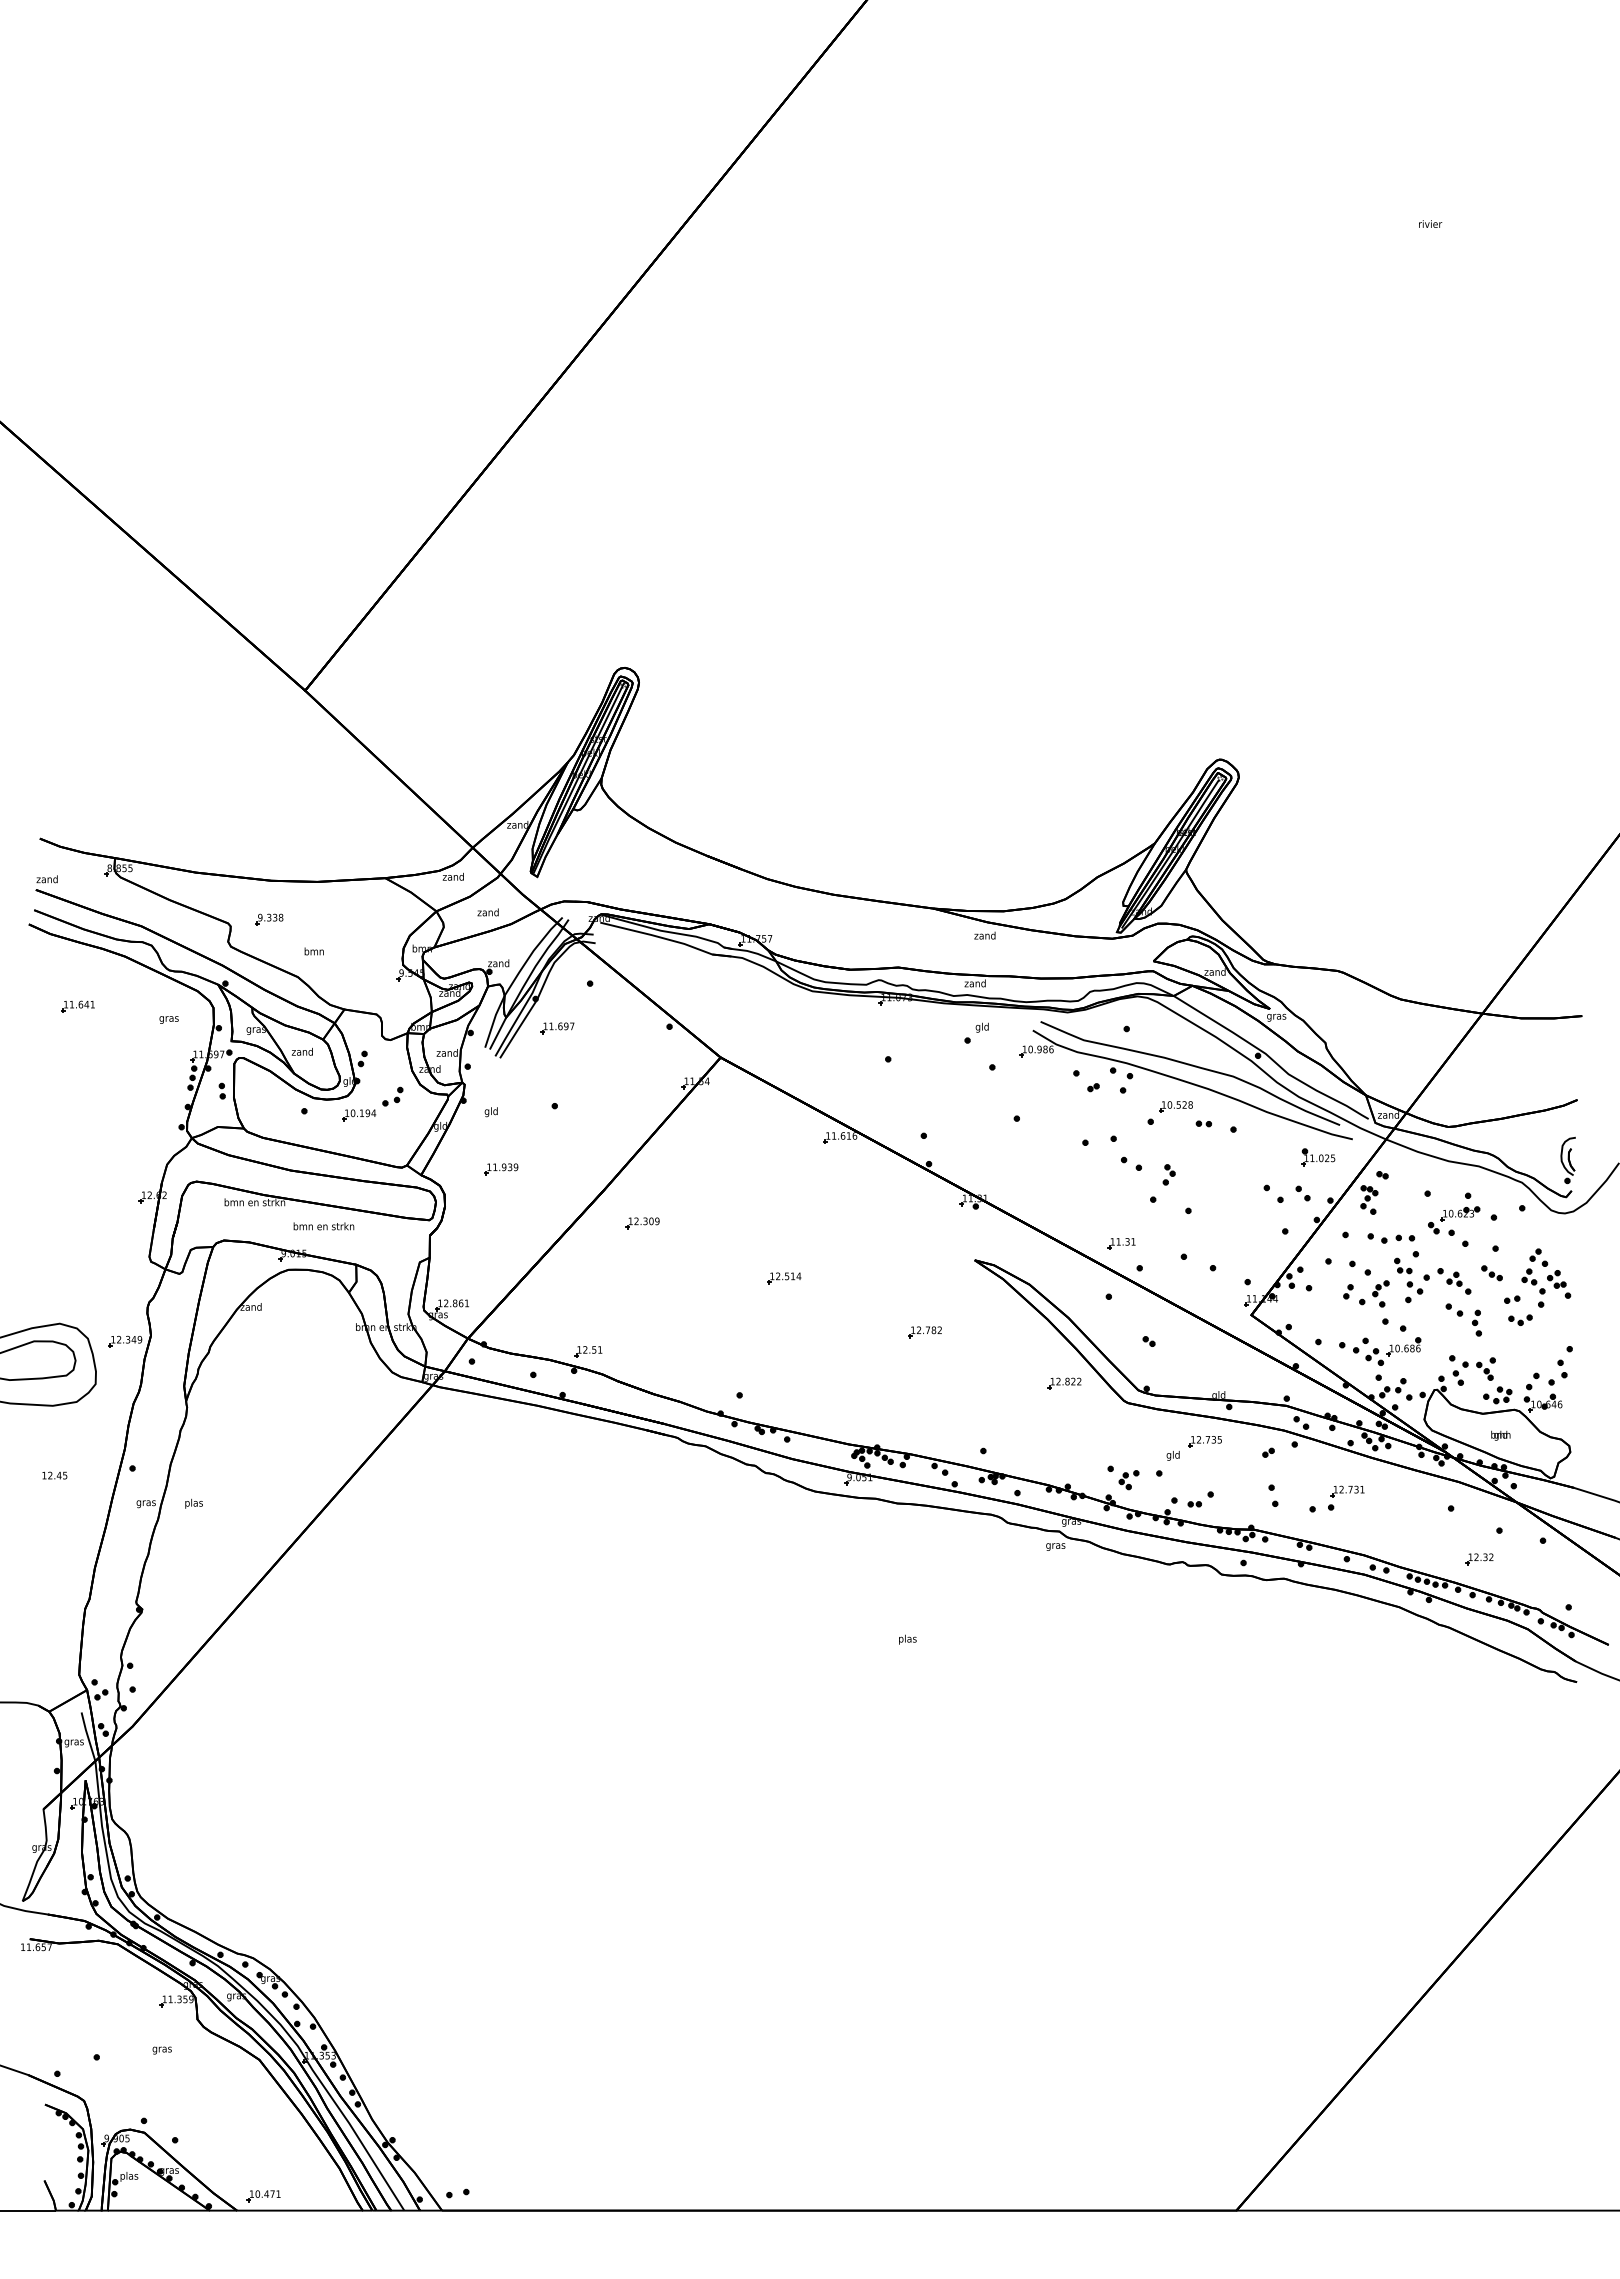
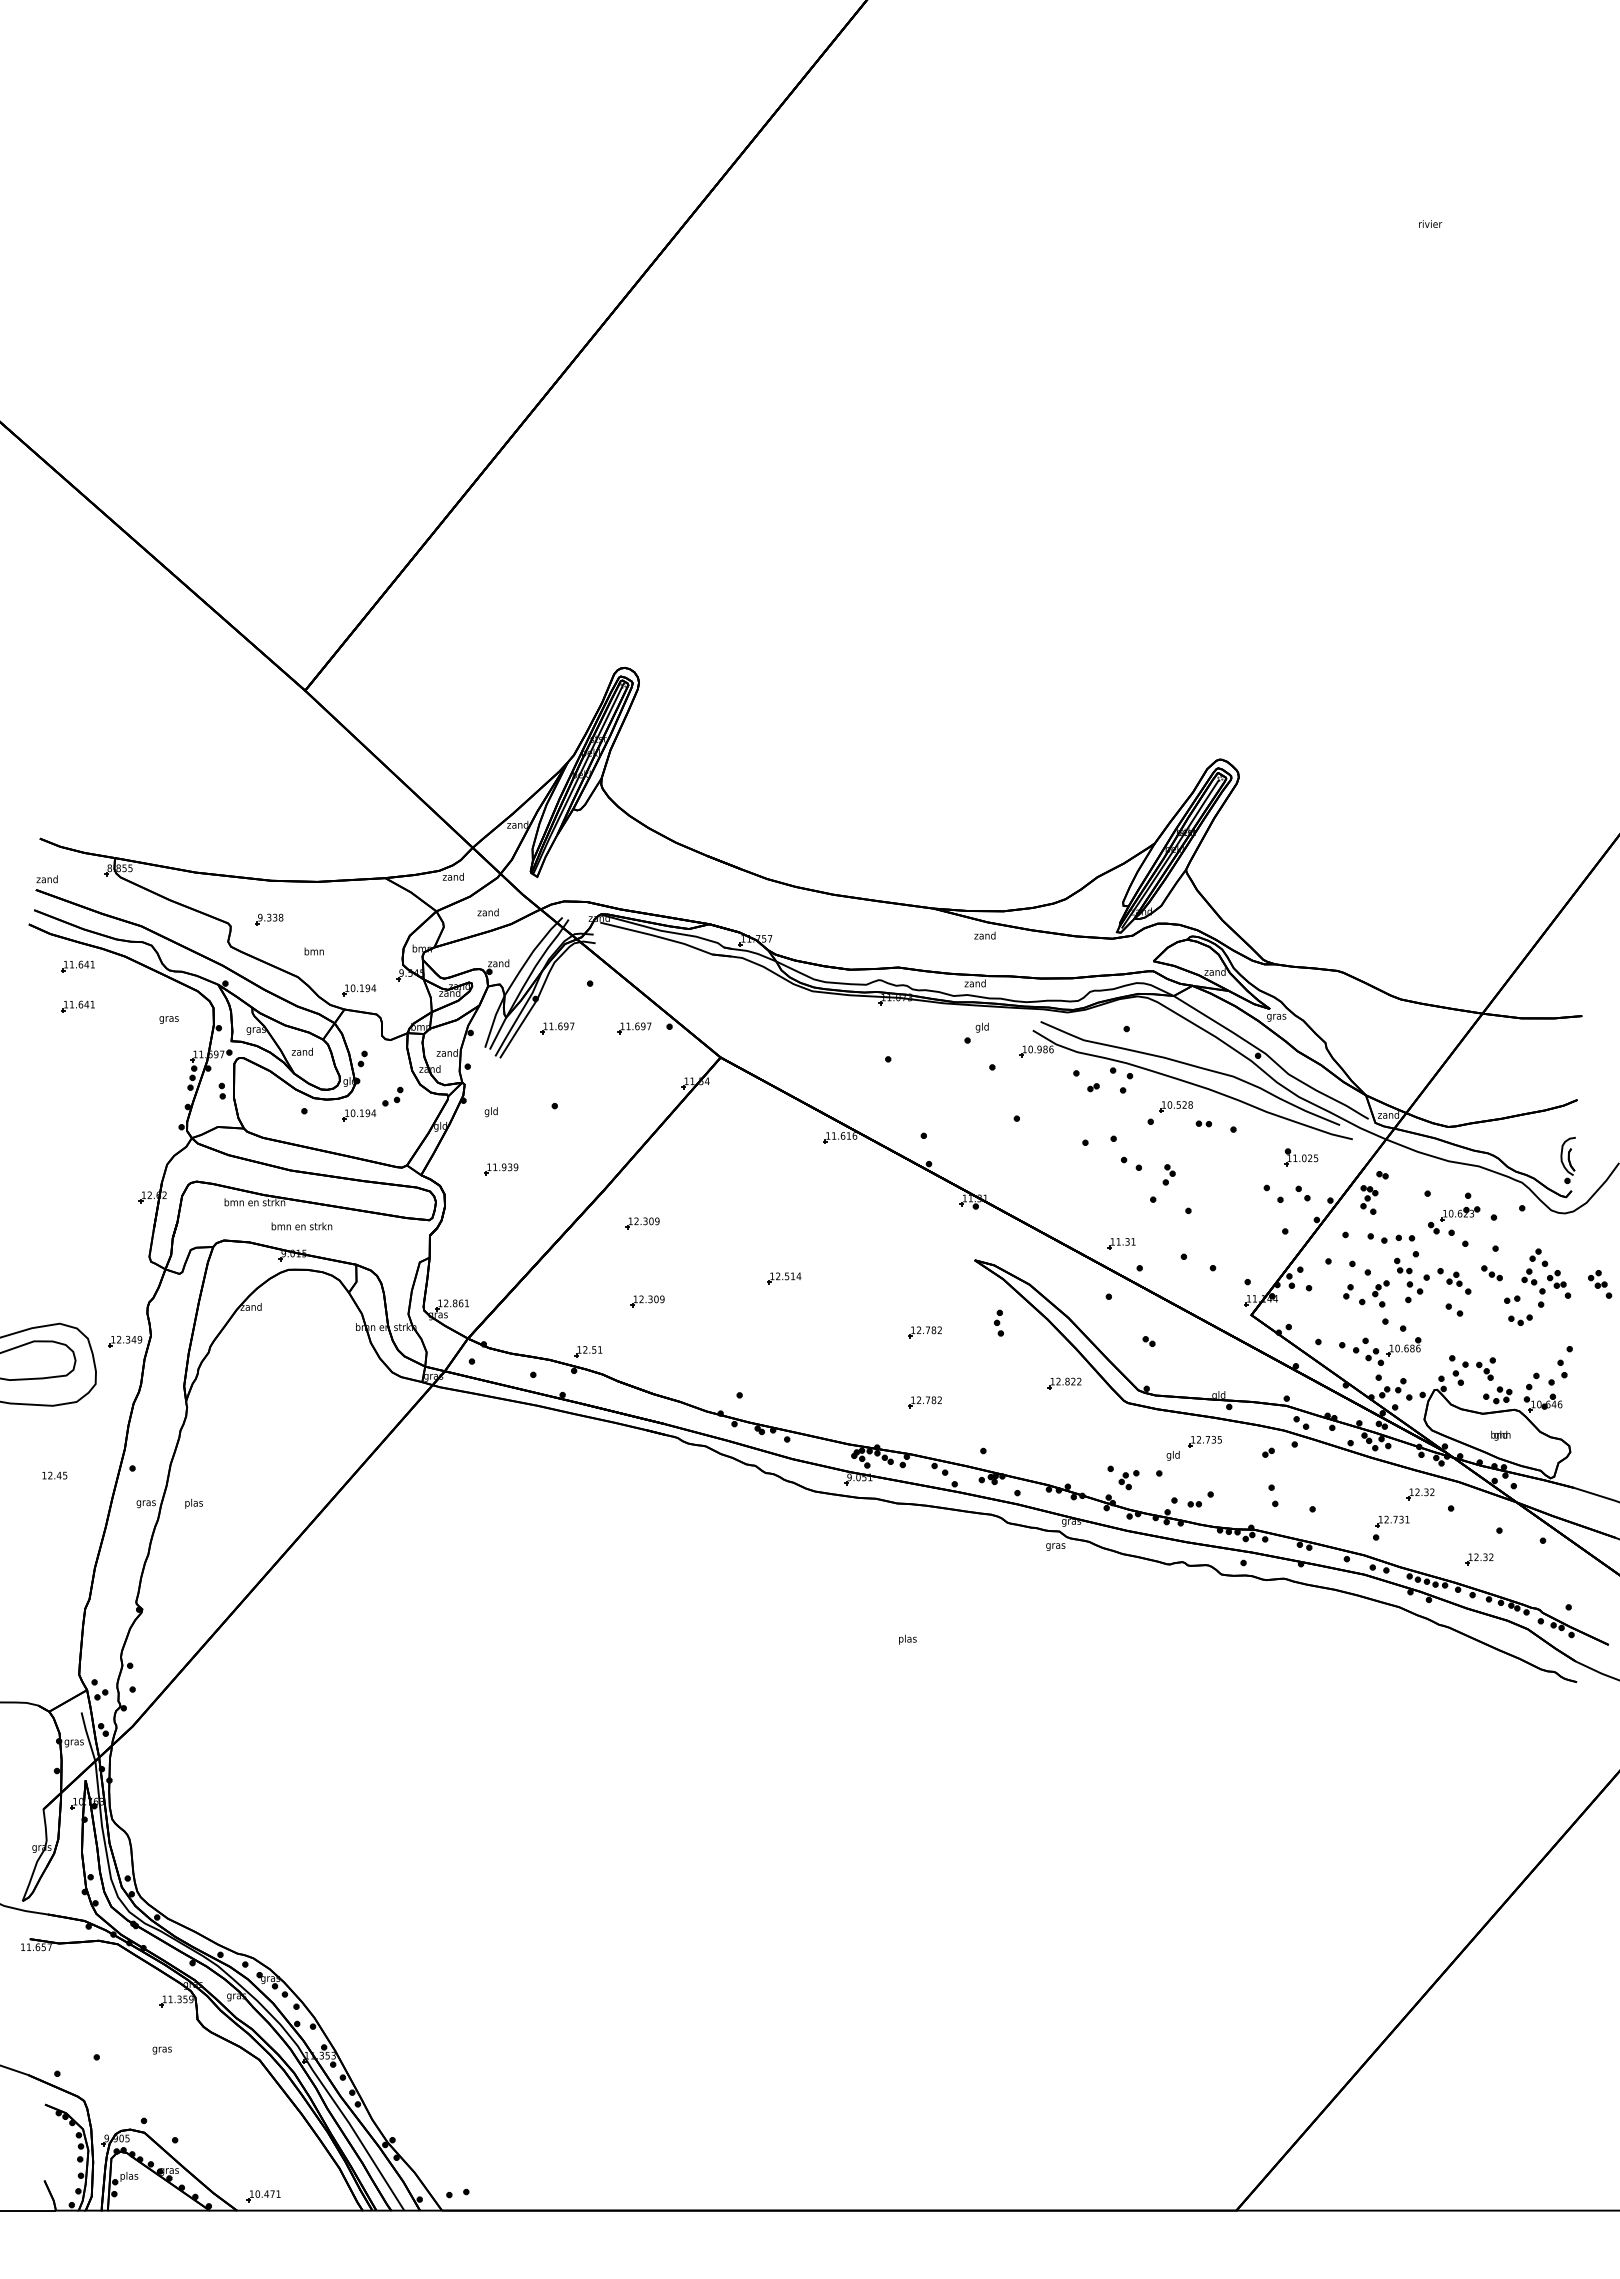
part at (77, 966): none -> present
part at (359, 990): none -> present
part at (634, 1028): none -> present
part at (1318, 1157) position: (1318, 1157) -> (1301, 1157)
text at (323, 1226) position: (323, 1226) -> (301, 1226)
part at (1600, 1284): none -> present
part at (647, 1301): none -> present
part at (1476, 1322) position: (1476, 1322) -> (998, 1322)
part at (924, 1402): none -> present
part at (1420, 1494): none -> present
part at (1346, 1497) position: (1346, 1497) -> (1391, 1527)
